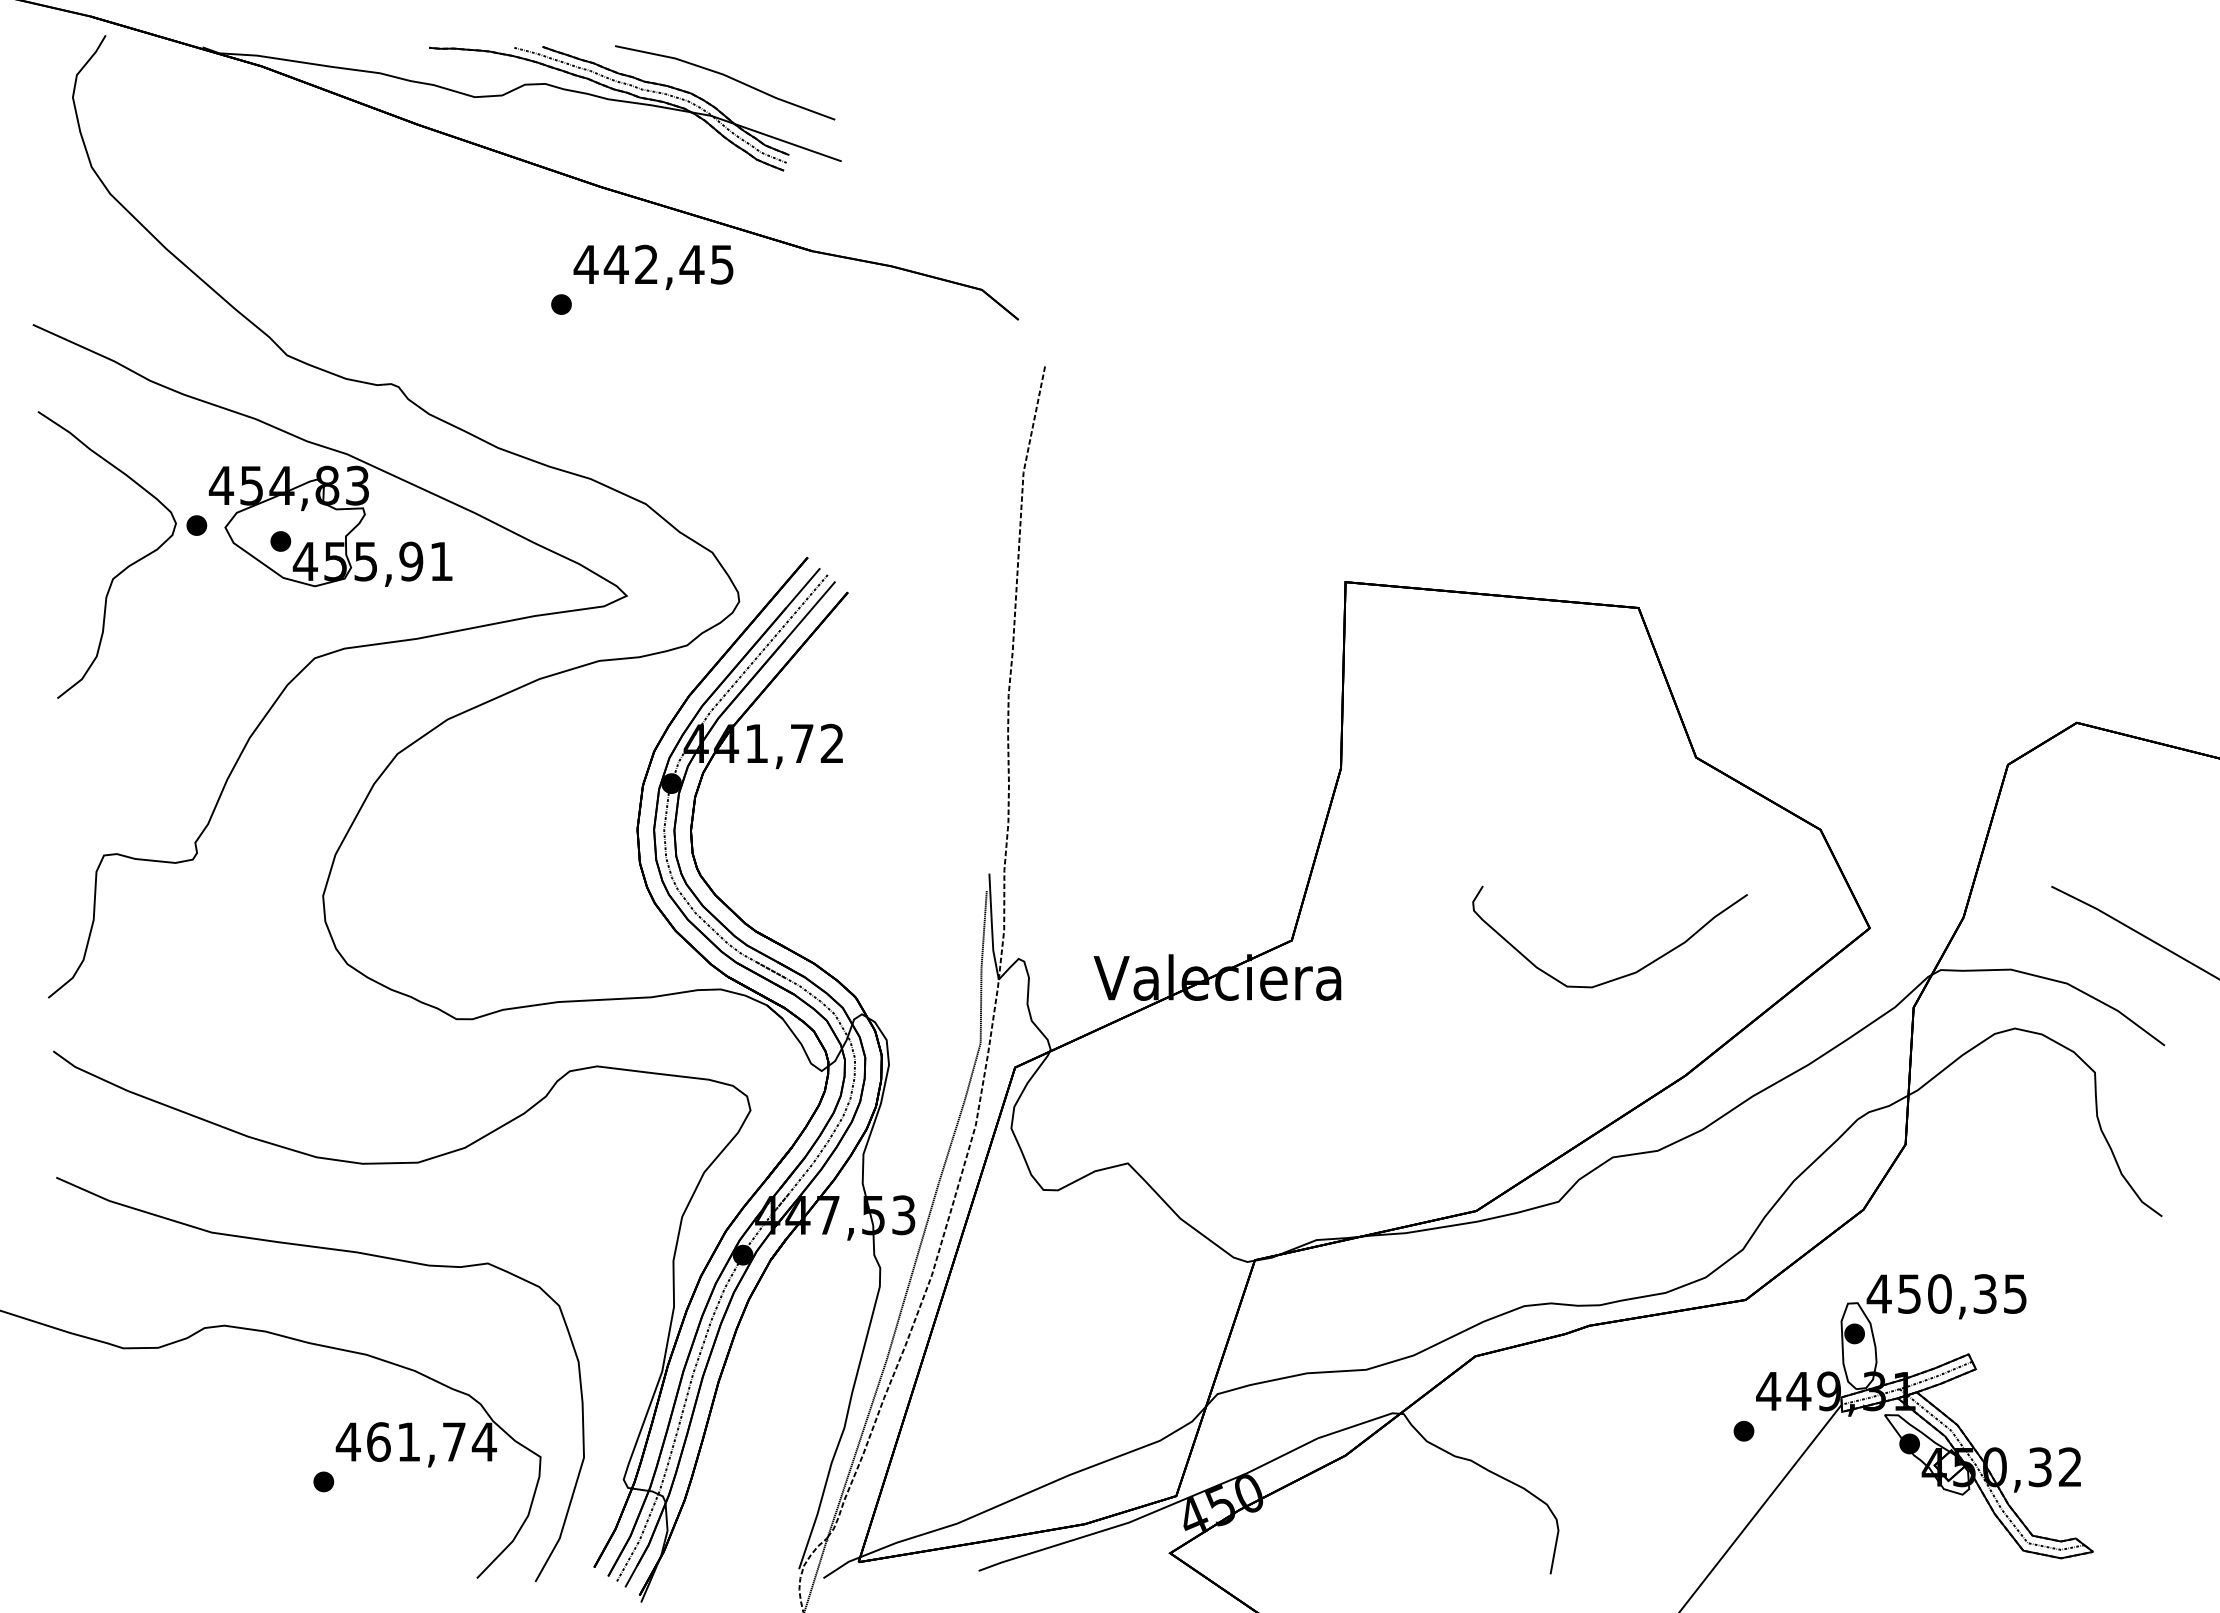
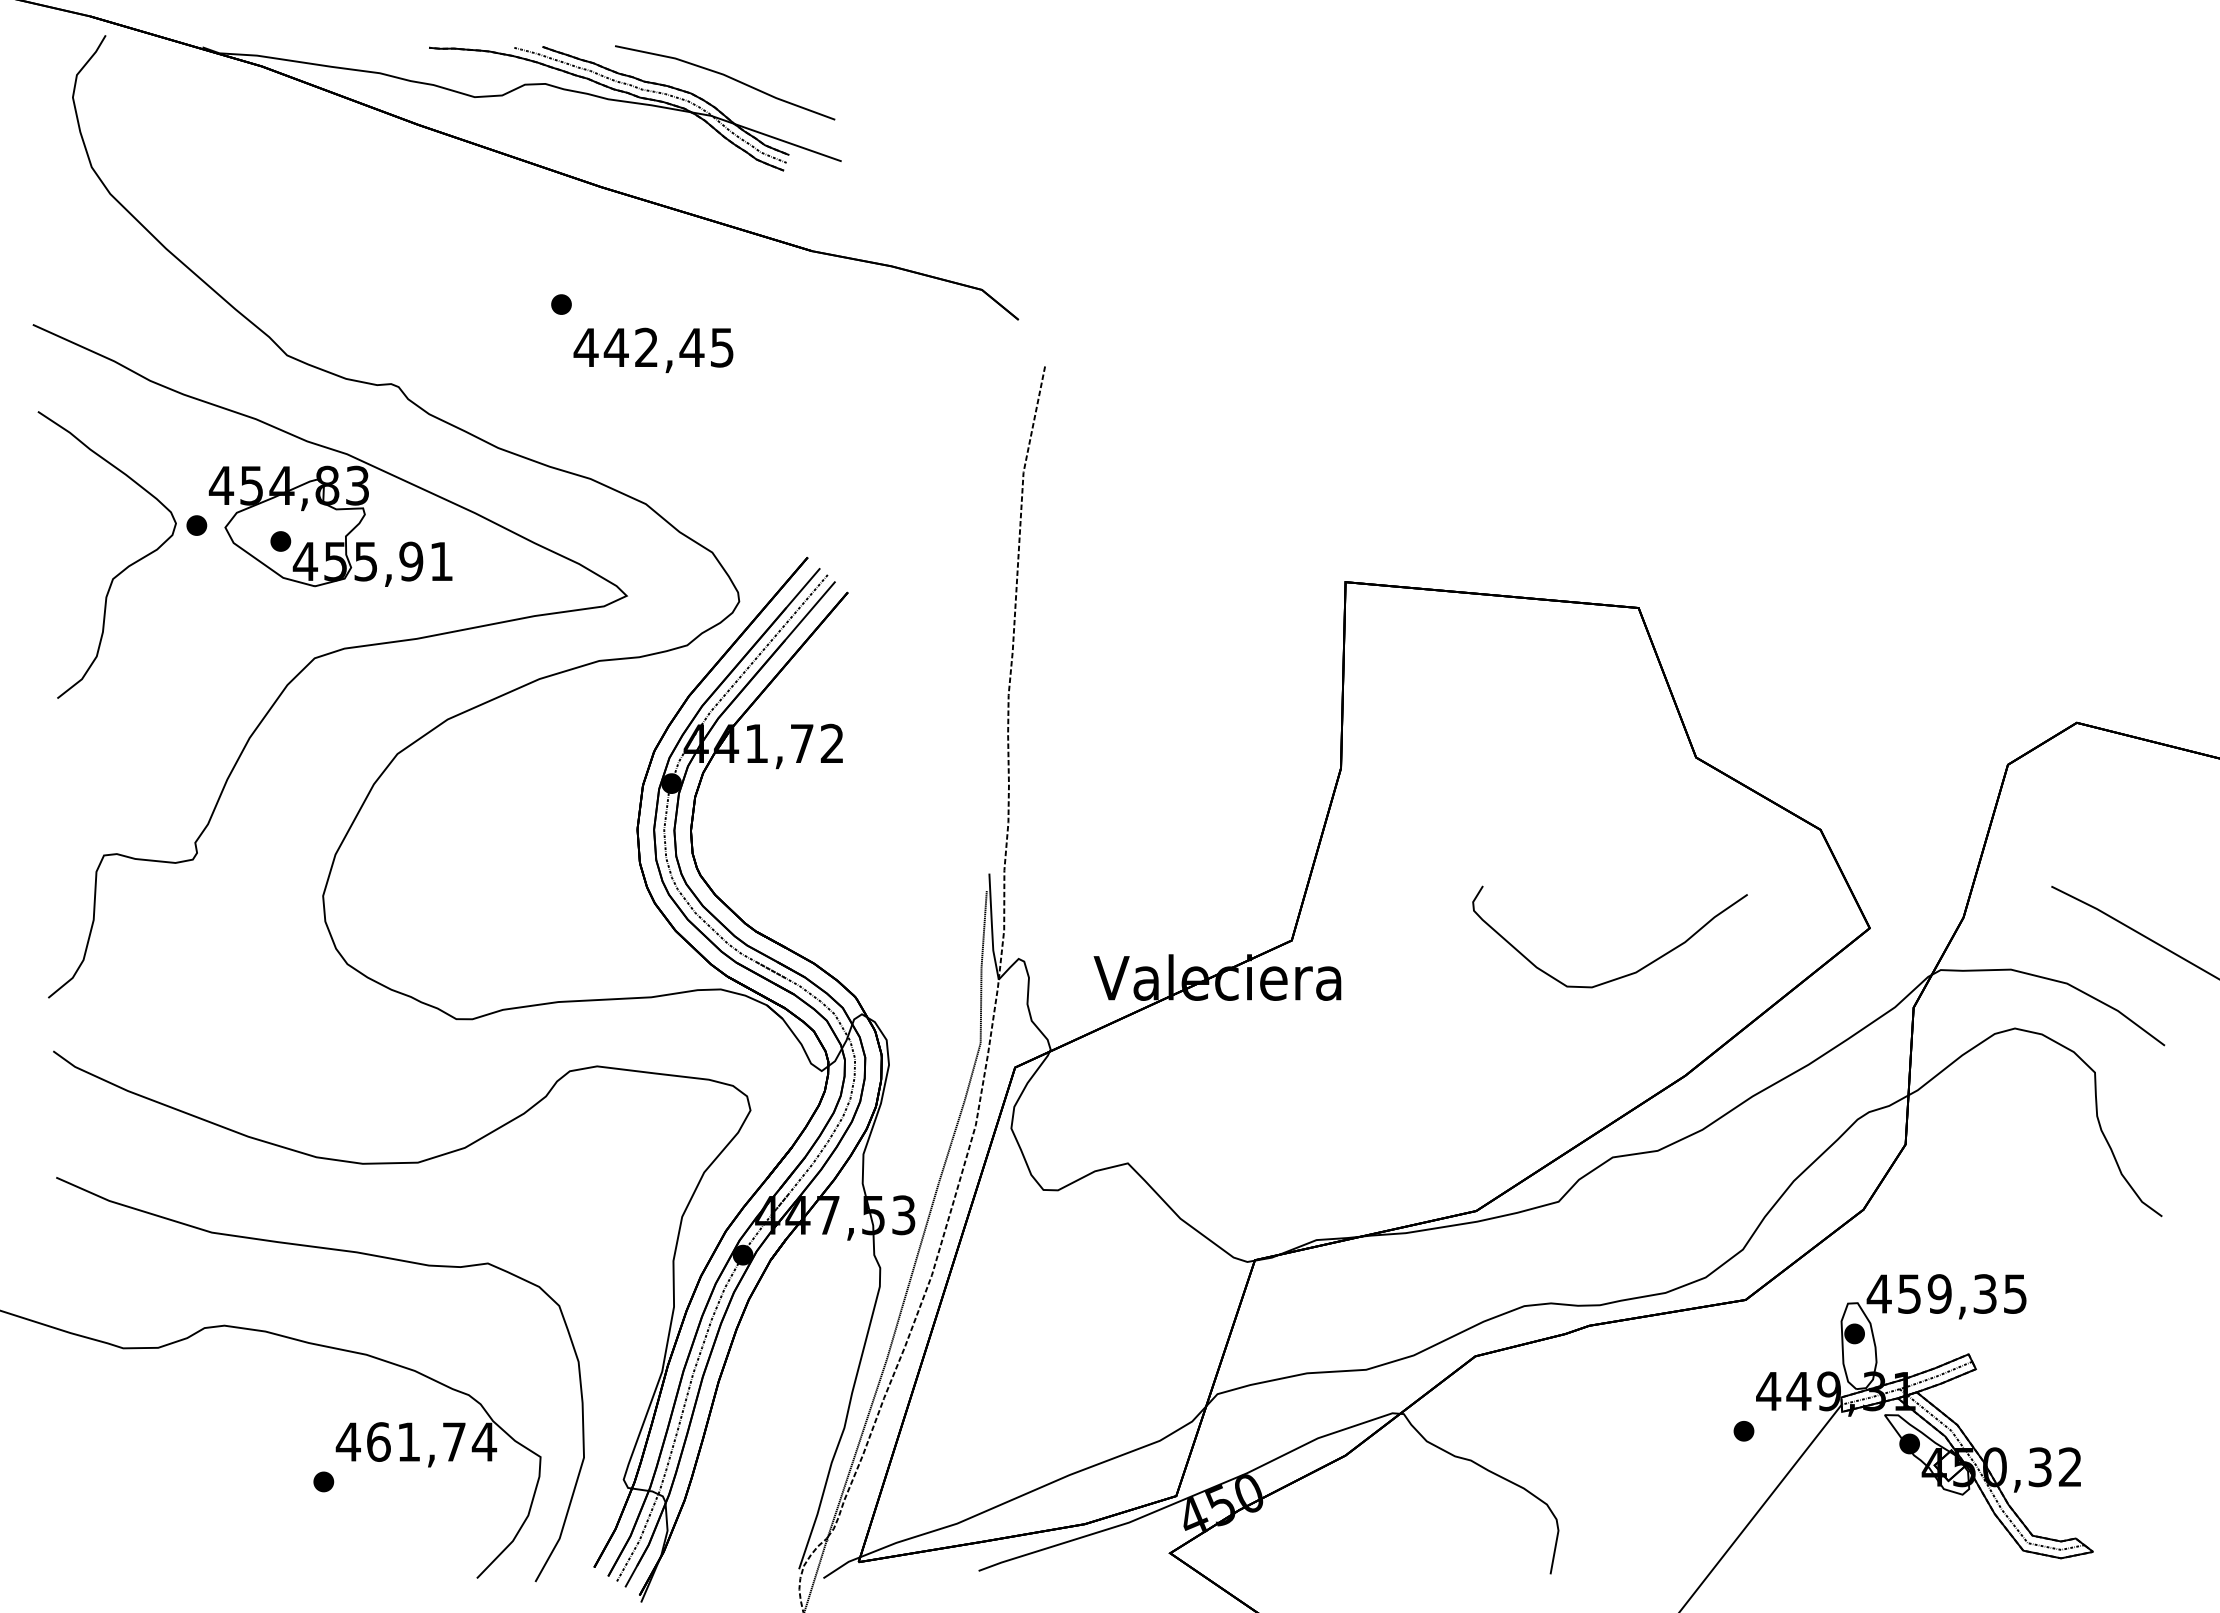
text at (653, 266) position: (653, 266) -> (653, 349)
text at (1939, 1293): 450,35 -> 459,35
